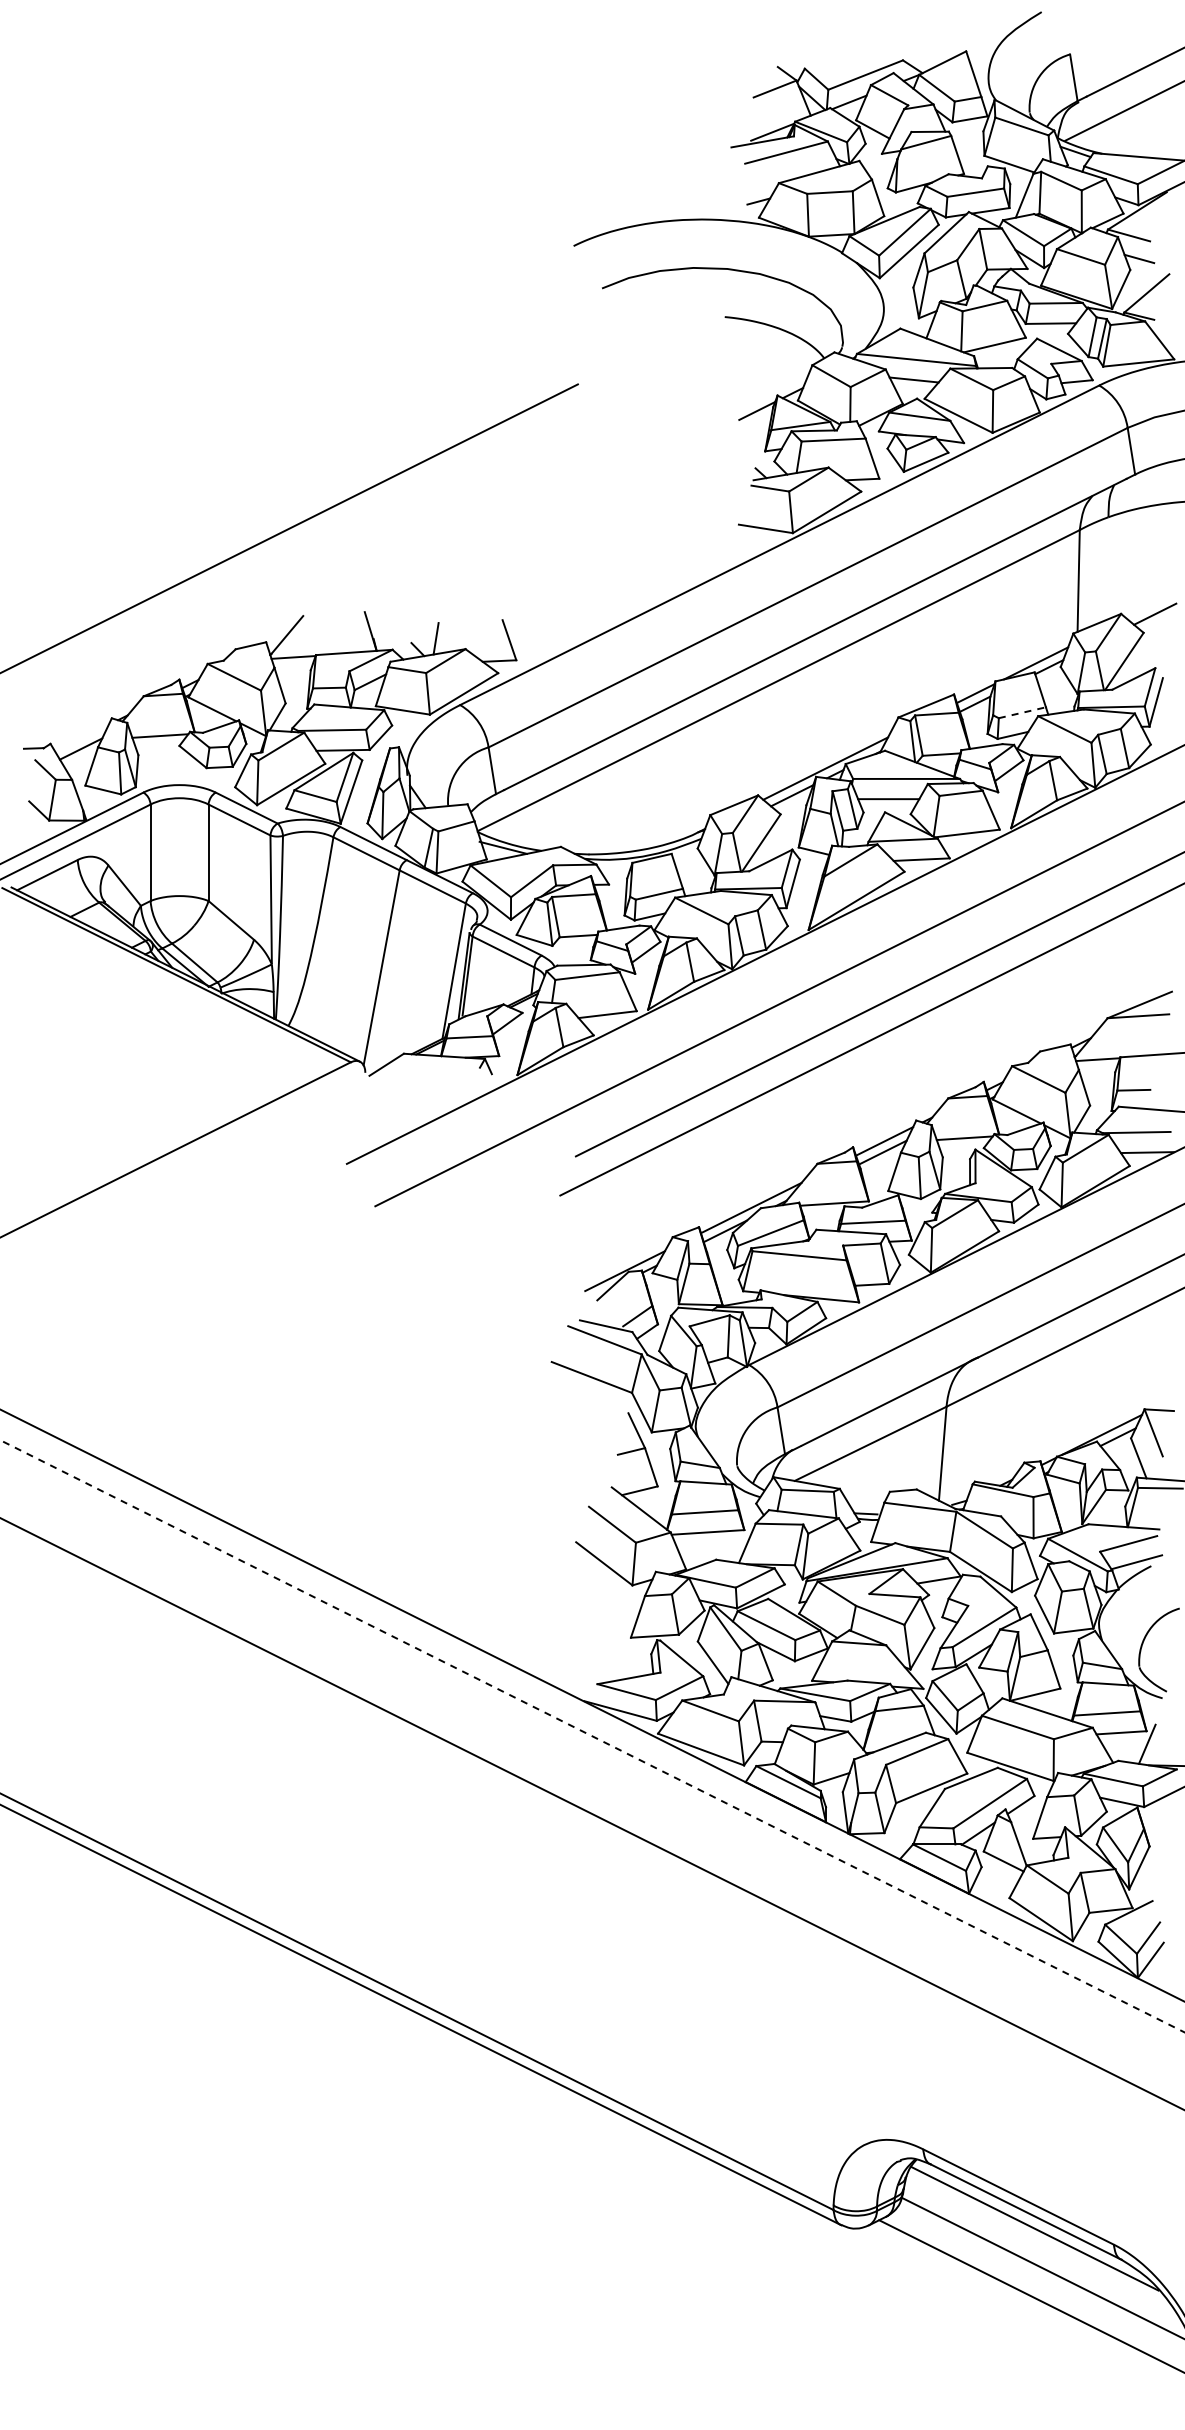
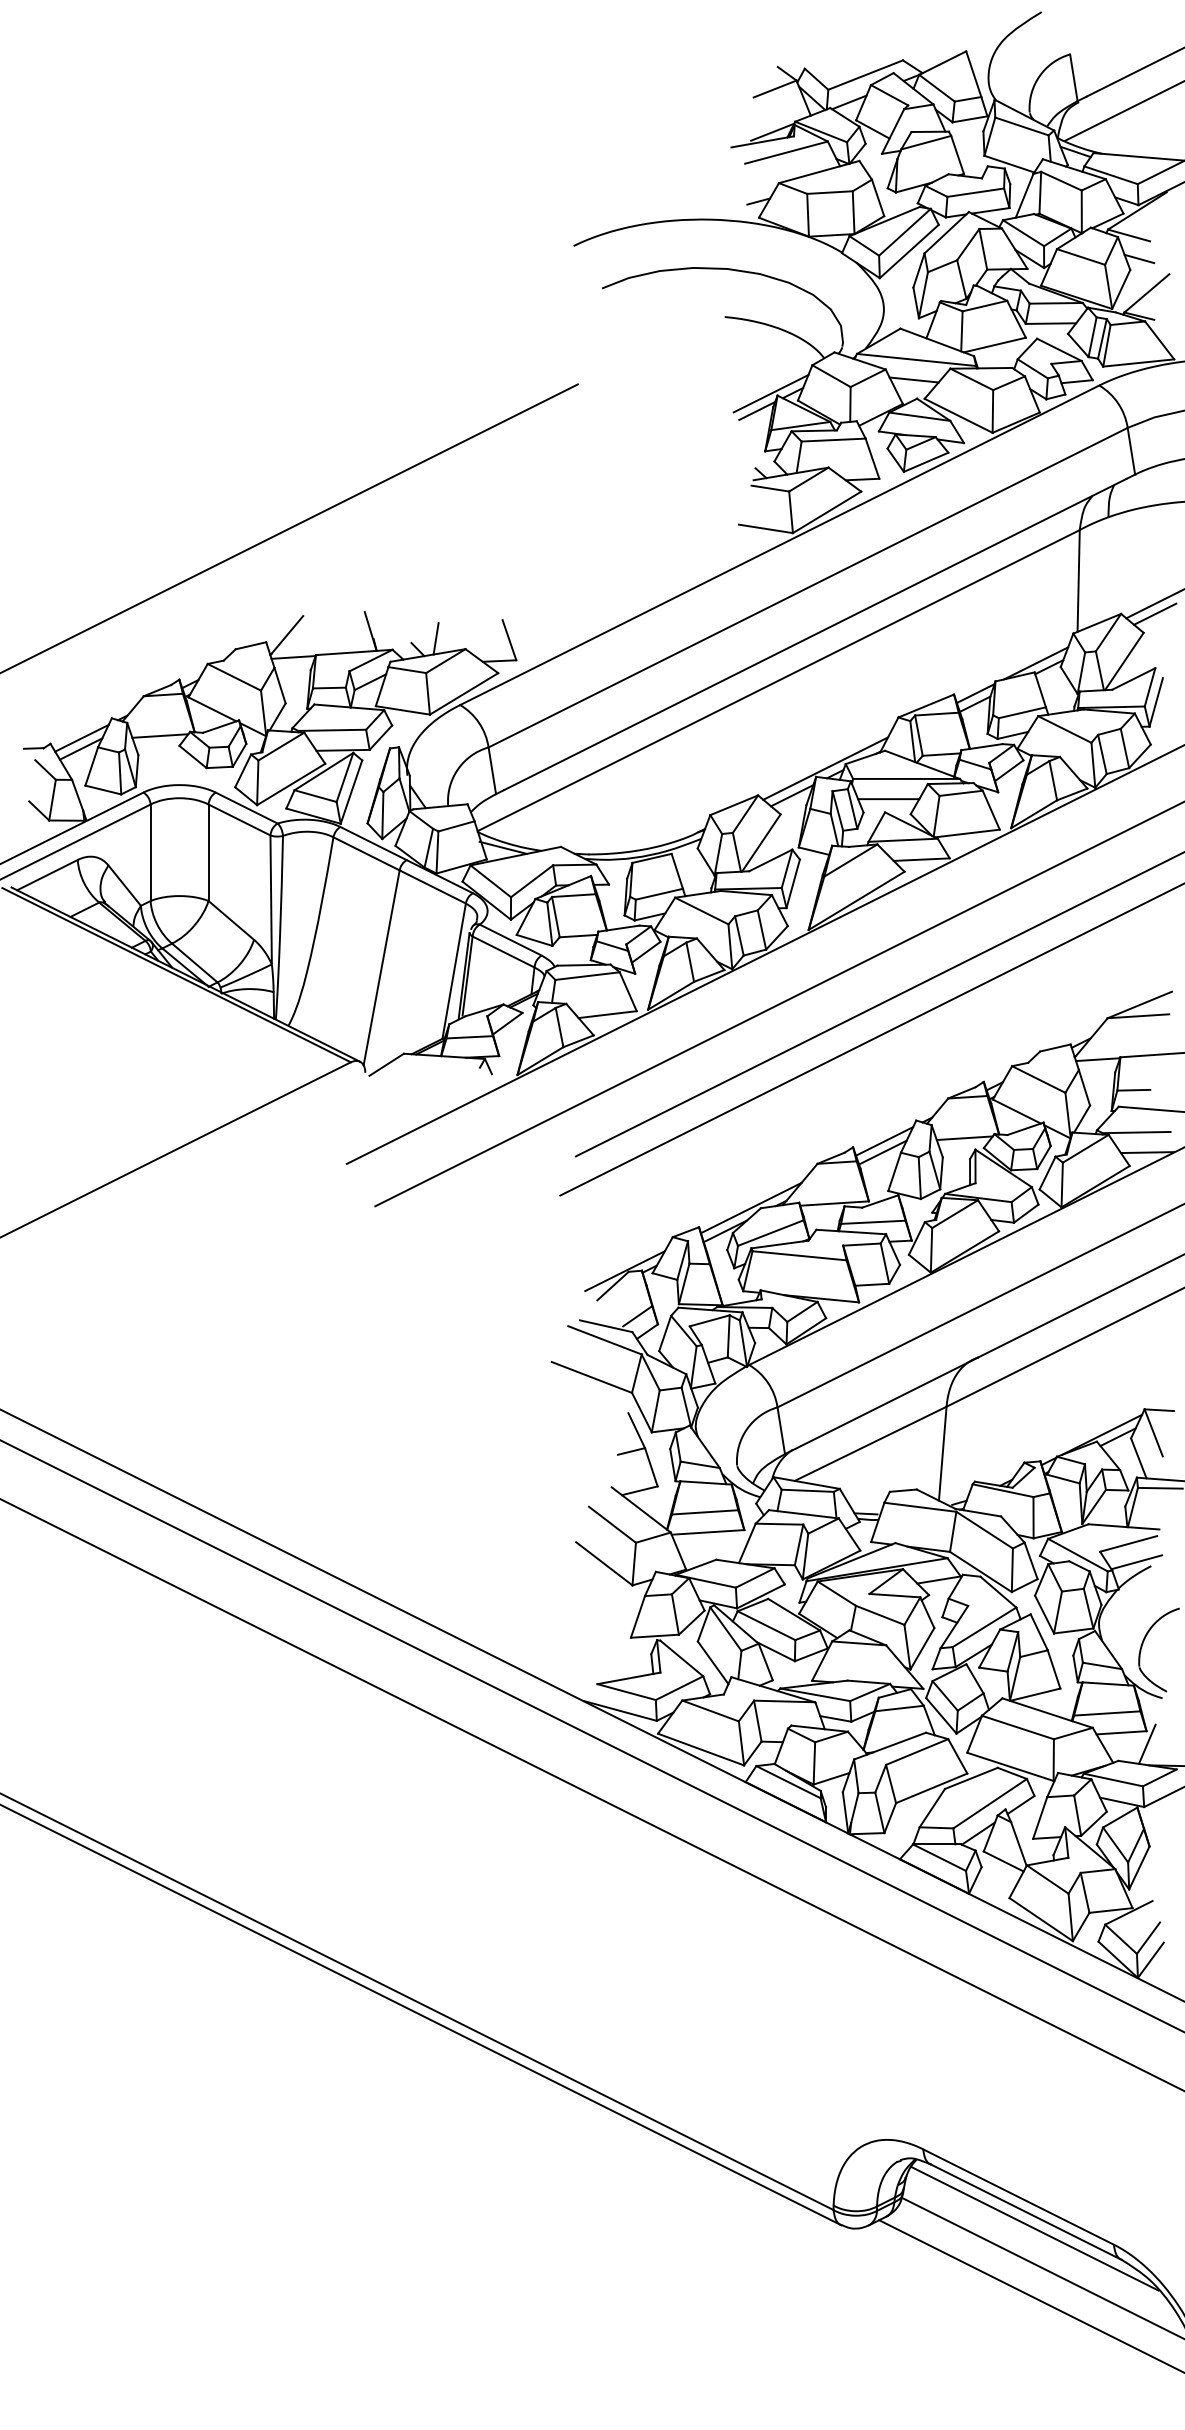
line at (770, 393): none -> present
line at (1153, 604): none -> present
line at (1022, 712): dashed -> solid
line at (81, 737): none -> present
line at (592, 1736): dashed -> solid
line at (591, 1813) position: (591, 1813) -> (591, 1794)
